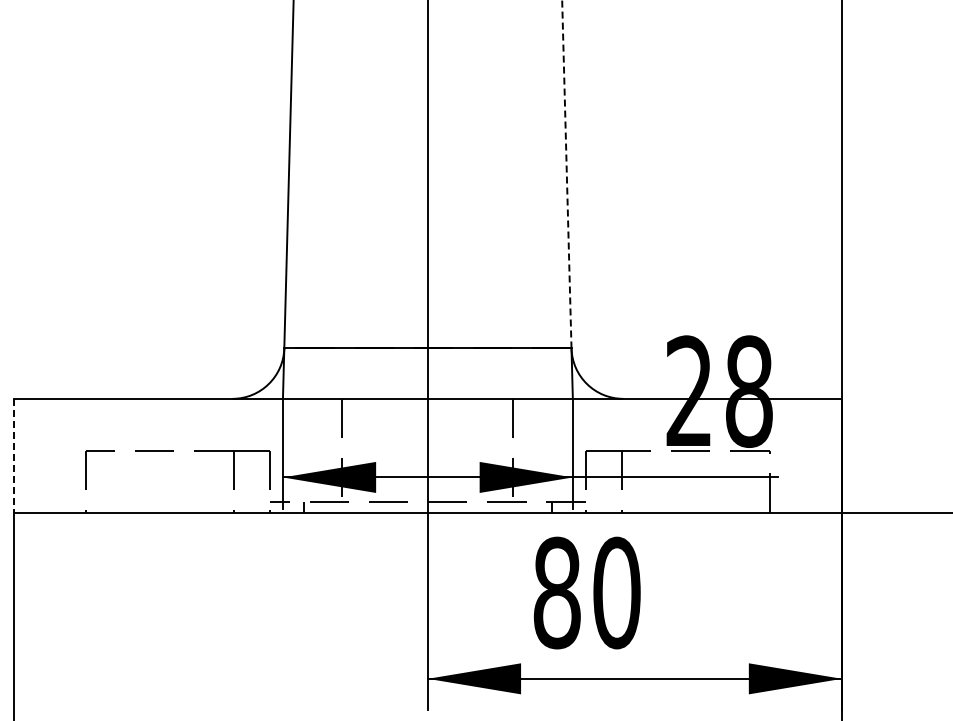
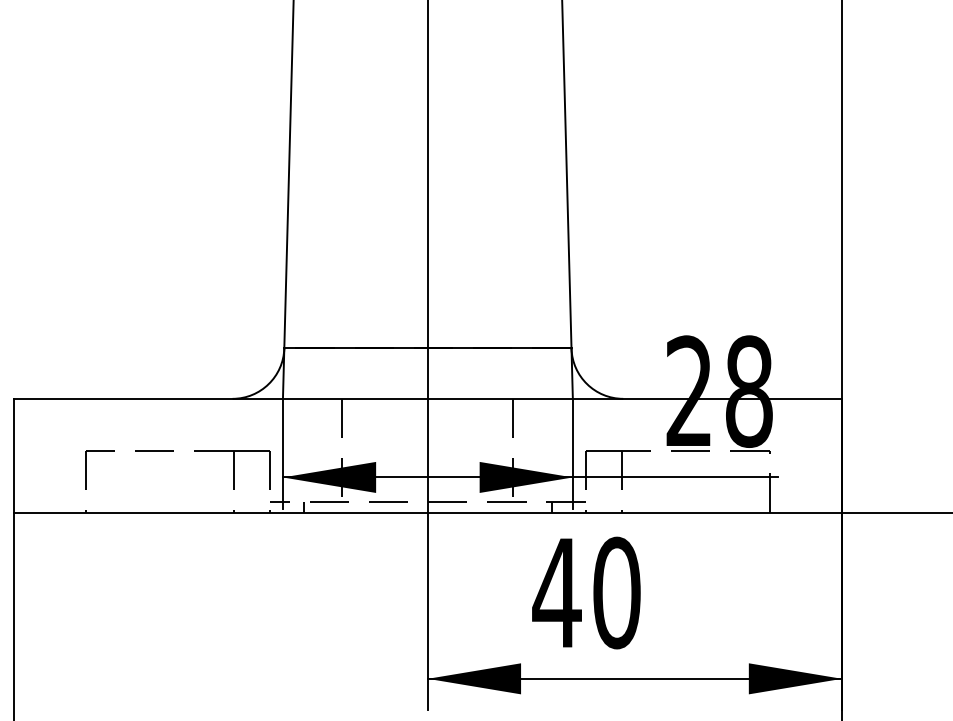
line at (566, 174): dashed -> solid
line at (13, 455): dashed -> solid
text at (556, 592): 80 -> 40
